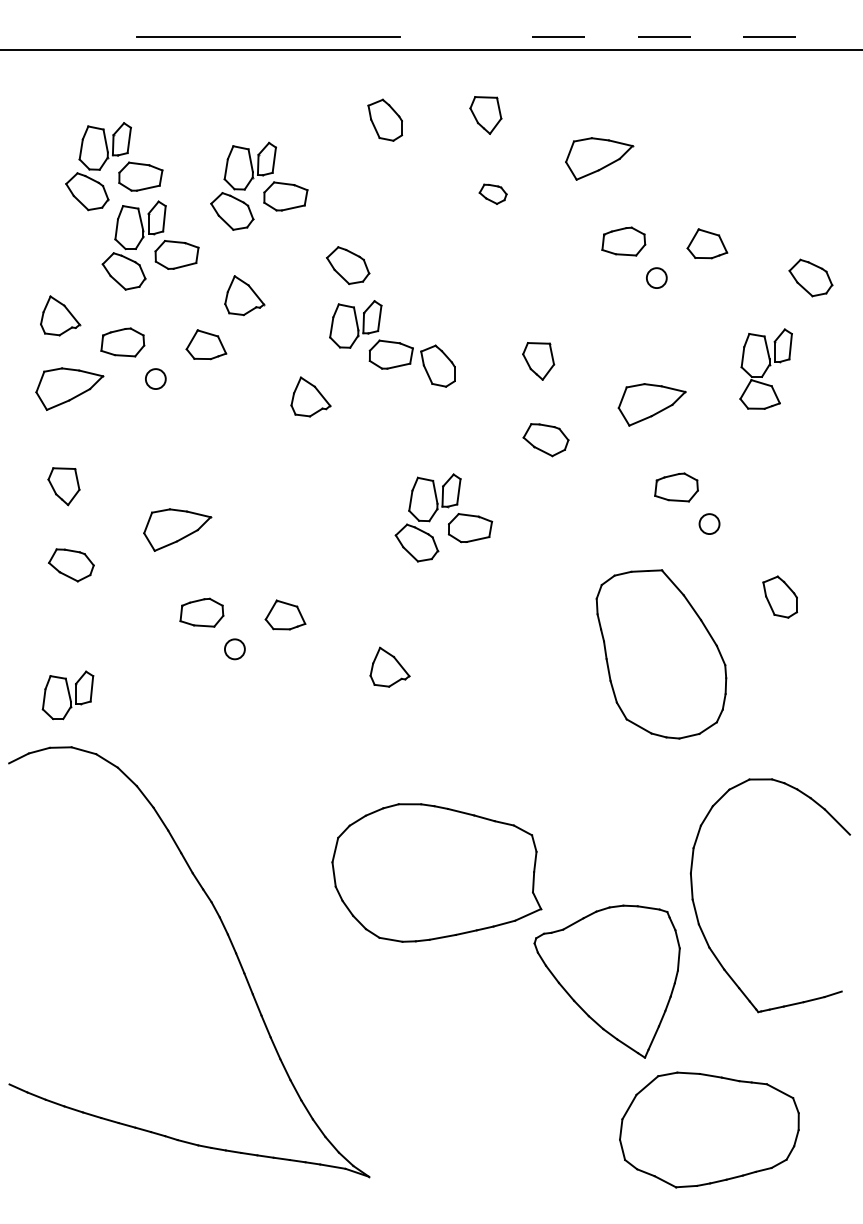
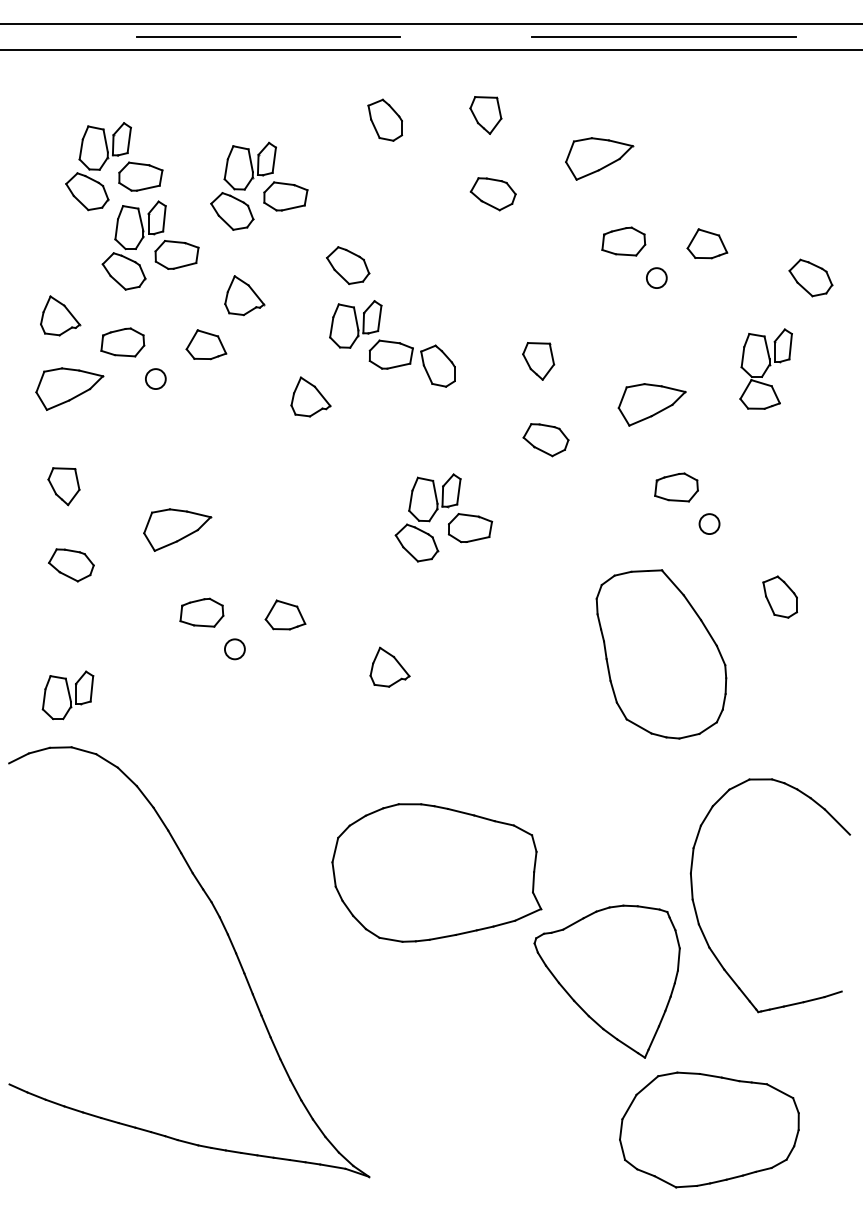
line at (430, 23): none -> present
line at (664, 36): dashed -> solid
part at (492, 193) size: 30x22 px -> 48x35 px
